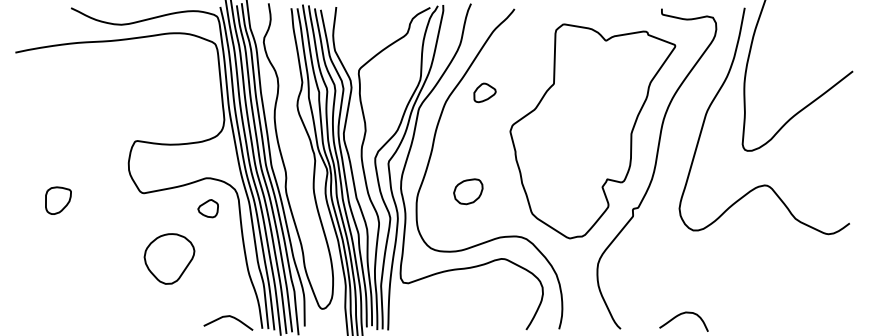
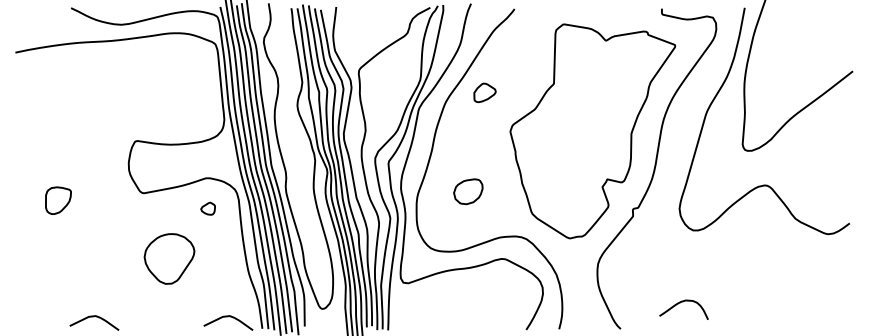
part at (207, 208) size: 22x20 px -> 16x15 px
curve at (680, 315) position: (680, 315) -> (680, 303)
curve at (94, 317): none -> present
